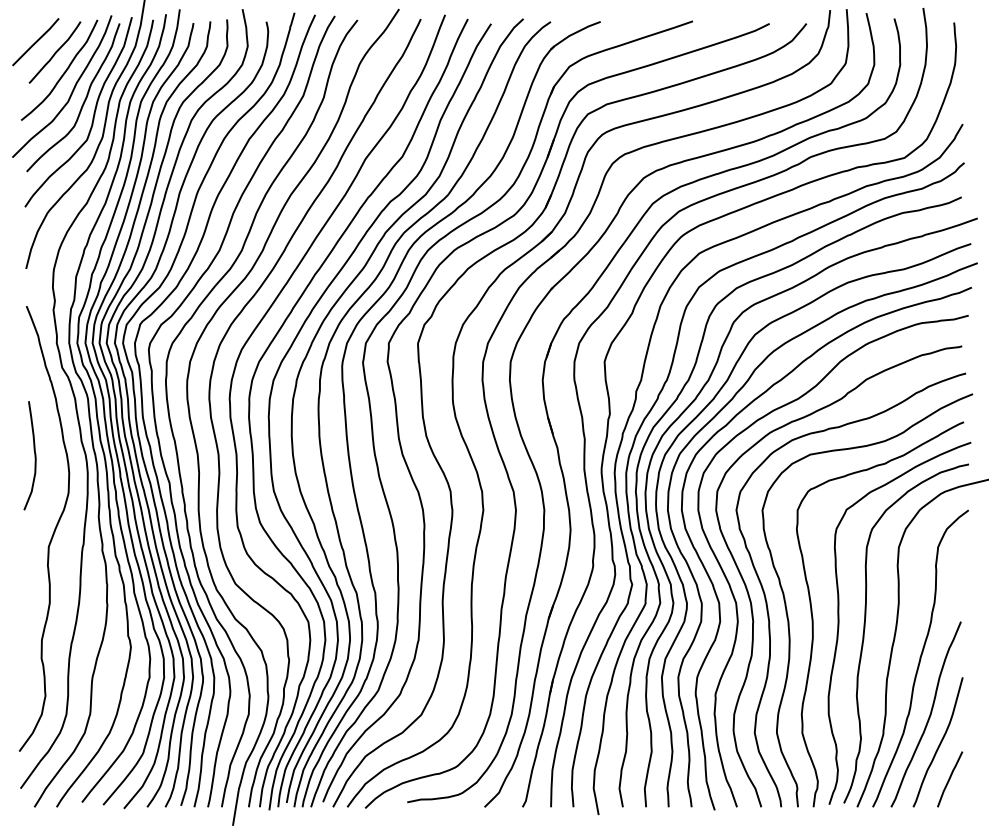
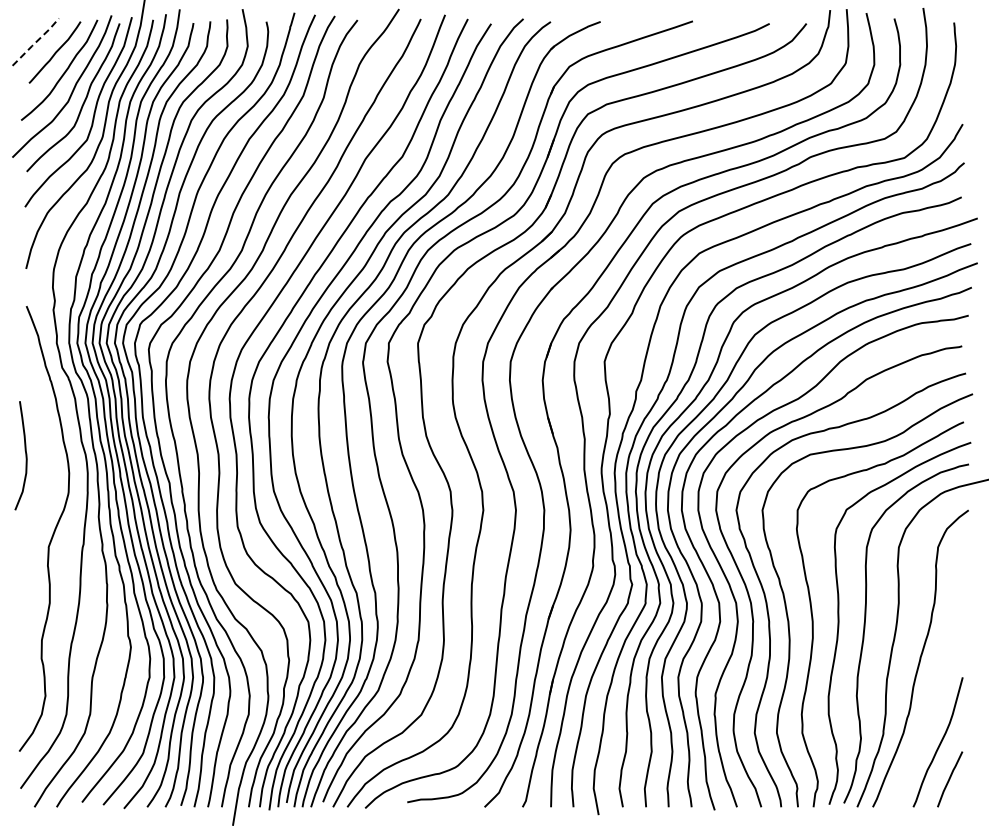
line at (36, 42): solid -> dashed
curve at (34, 455) position: (34, 455) -> (25, 455)
curve at (928, 716): present -> none
